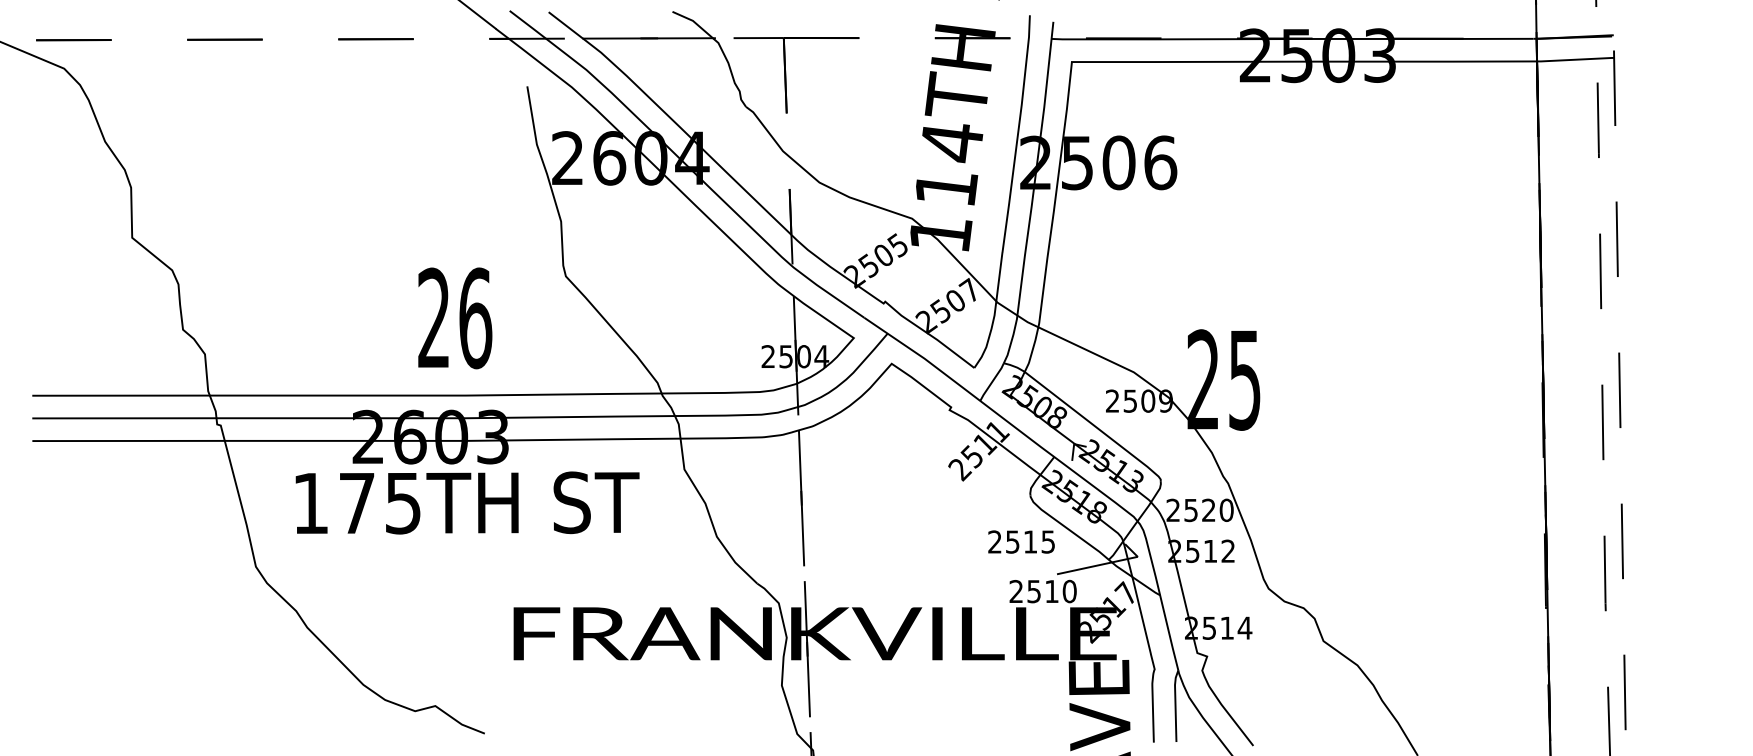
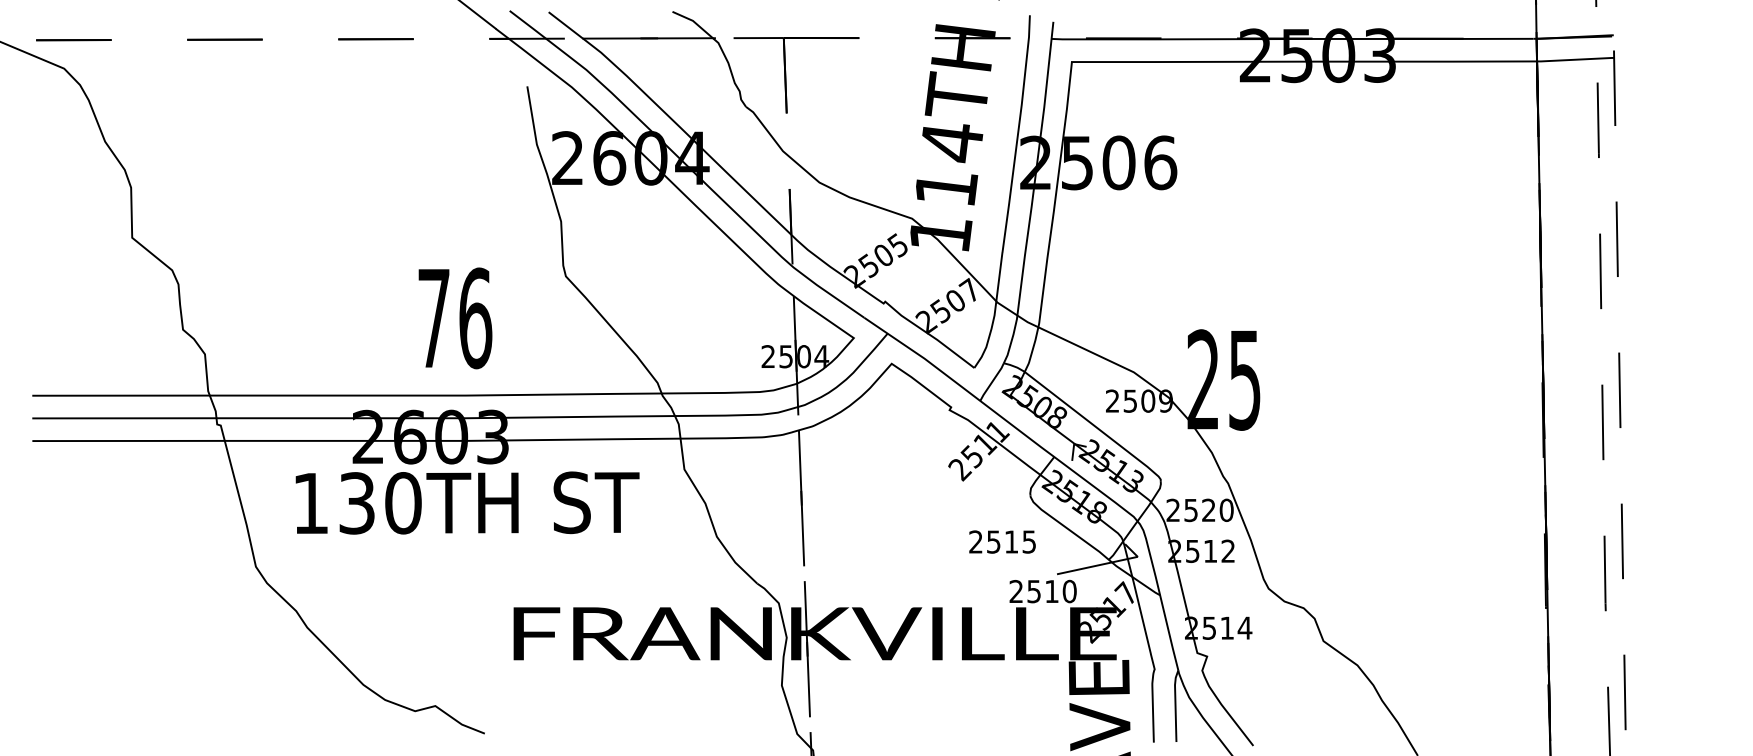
text at (433, 317): 26 -> 76
text at (380, 503): 175TH -> 130TH
text at (1021, 541) position: (1021, 541) -> (1002, 541)
